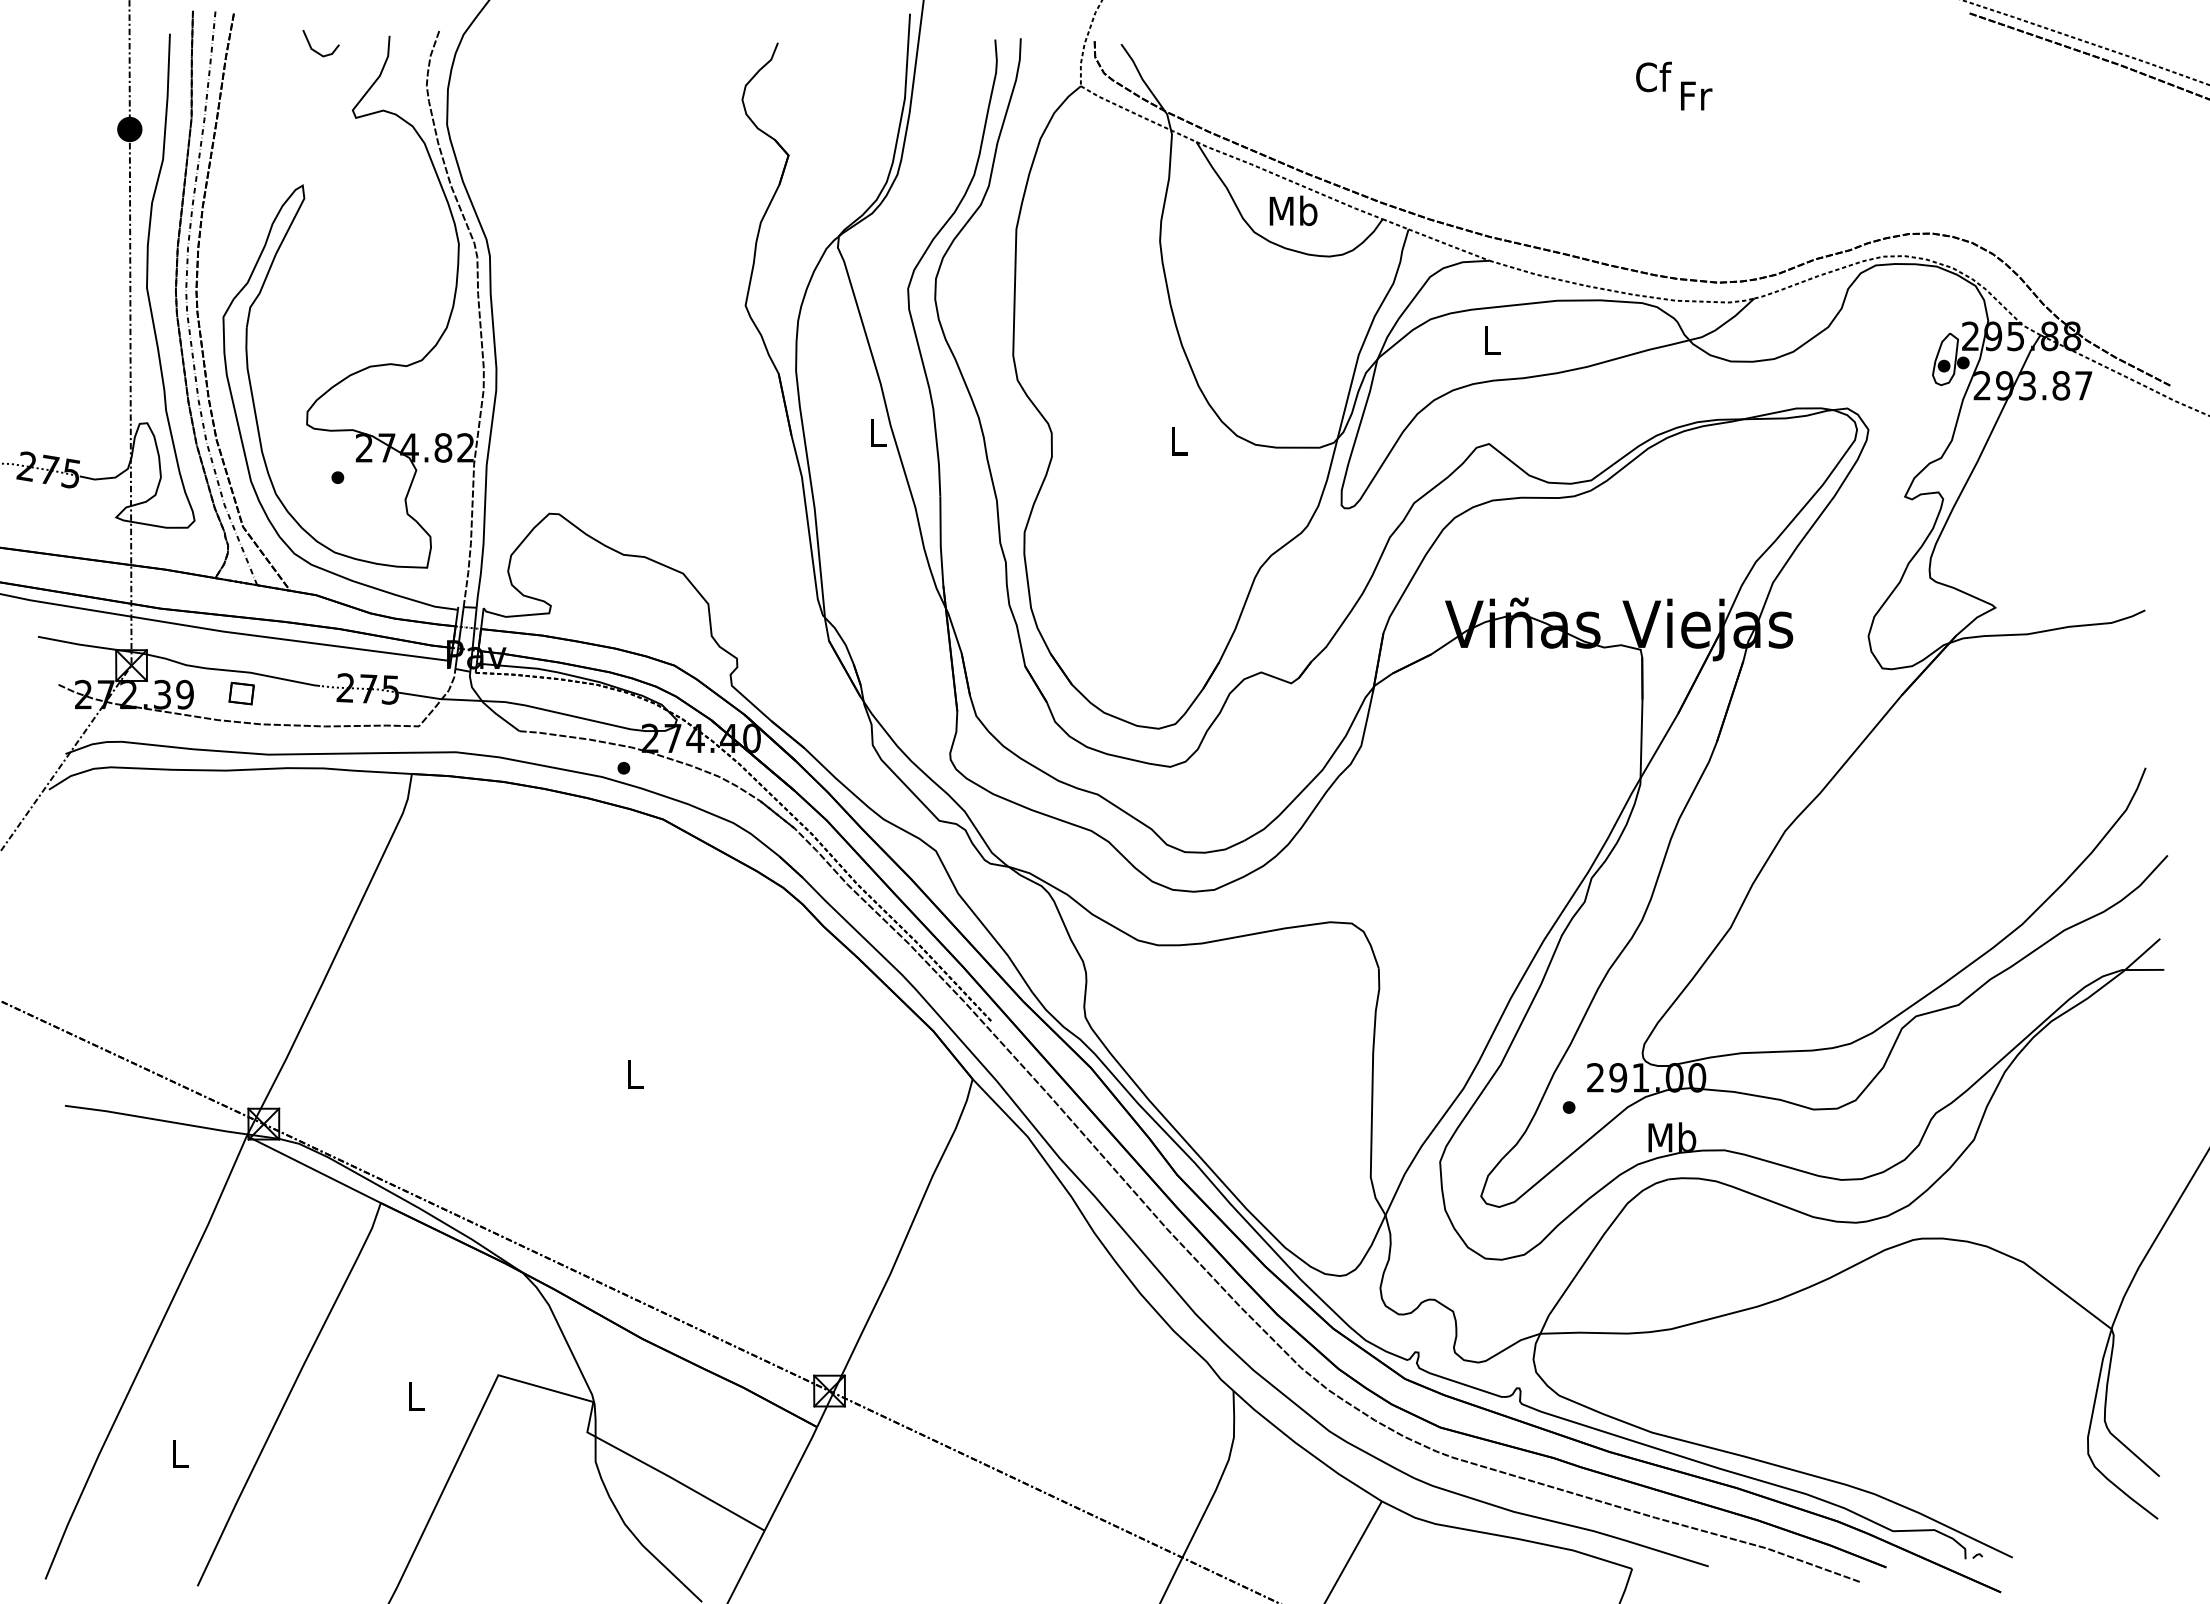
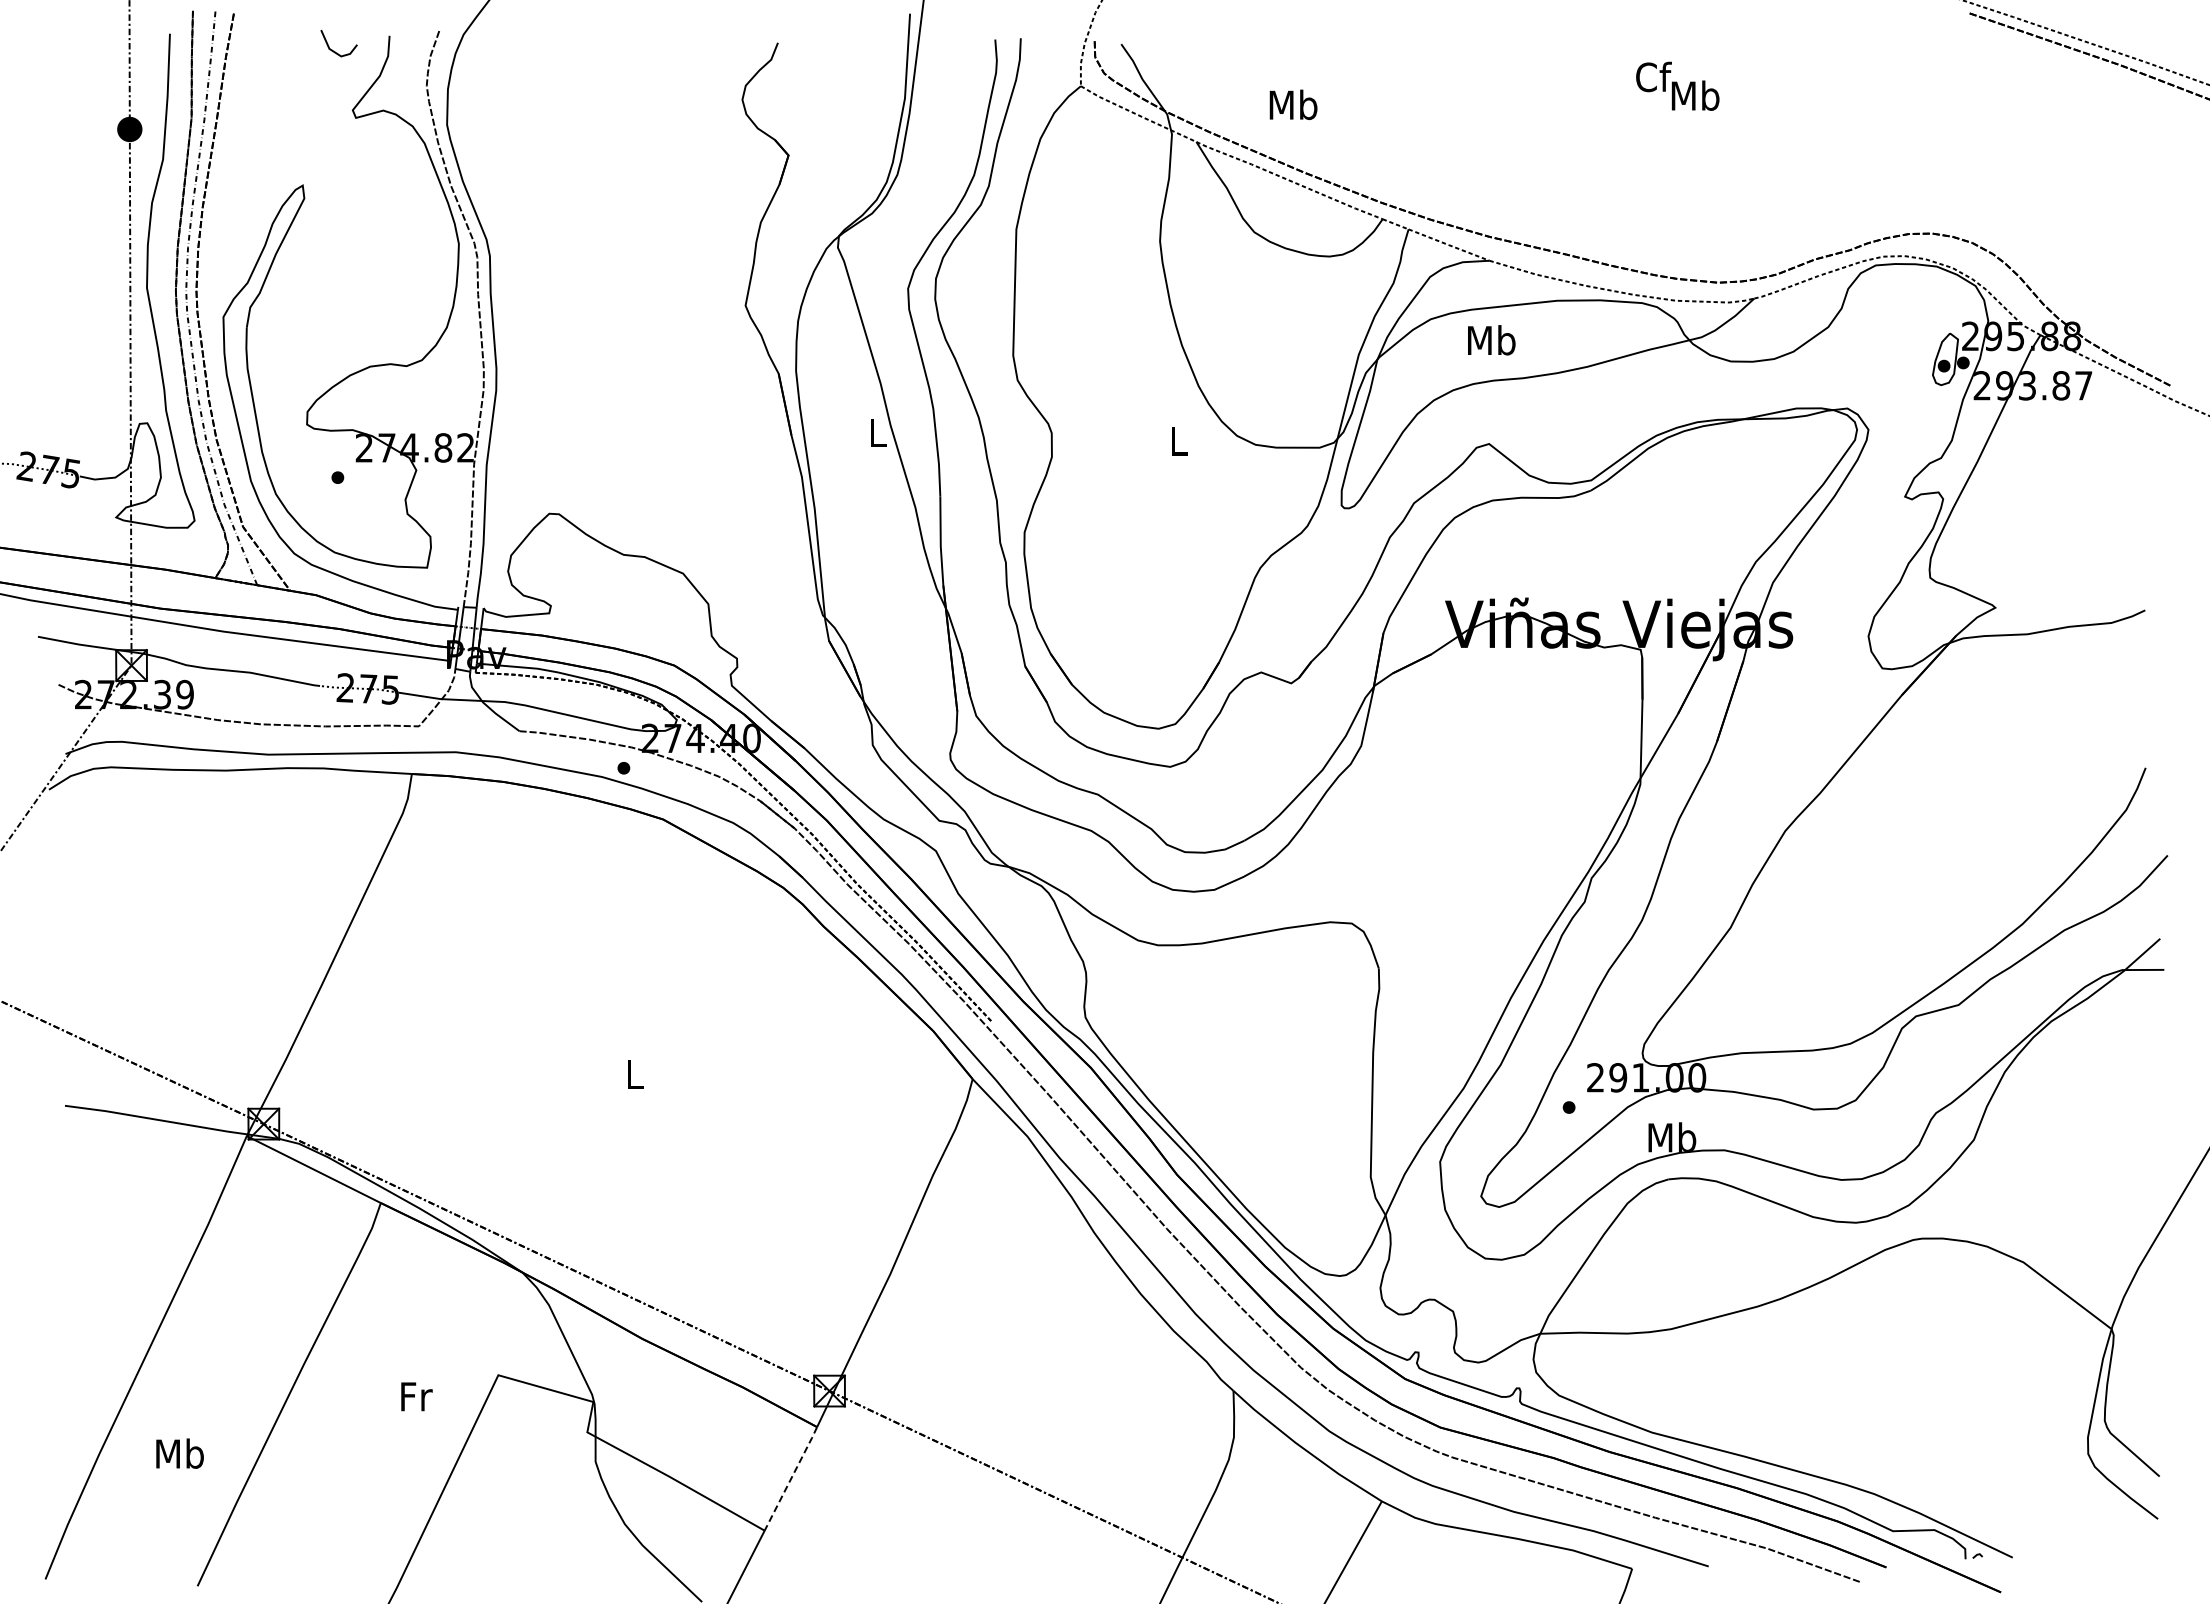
line at (314, 49) position: (314, 49) -> (332, 49)
text at (1695, 95): Fr -> Mb
text at (1293, 210) position: (1293, 210) -> (1293, 104)
text at (1491, 340): L -> Mb
part at (241, 693): present -> none
text at (416, 1396): L -> Fr
text at (179, 1453): L -> Mb
line at (791, 1478): solid -> dashed
